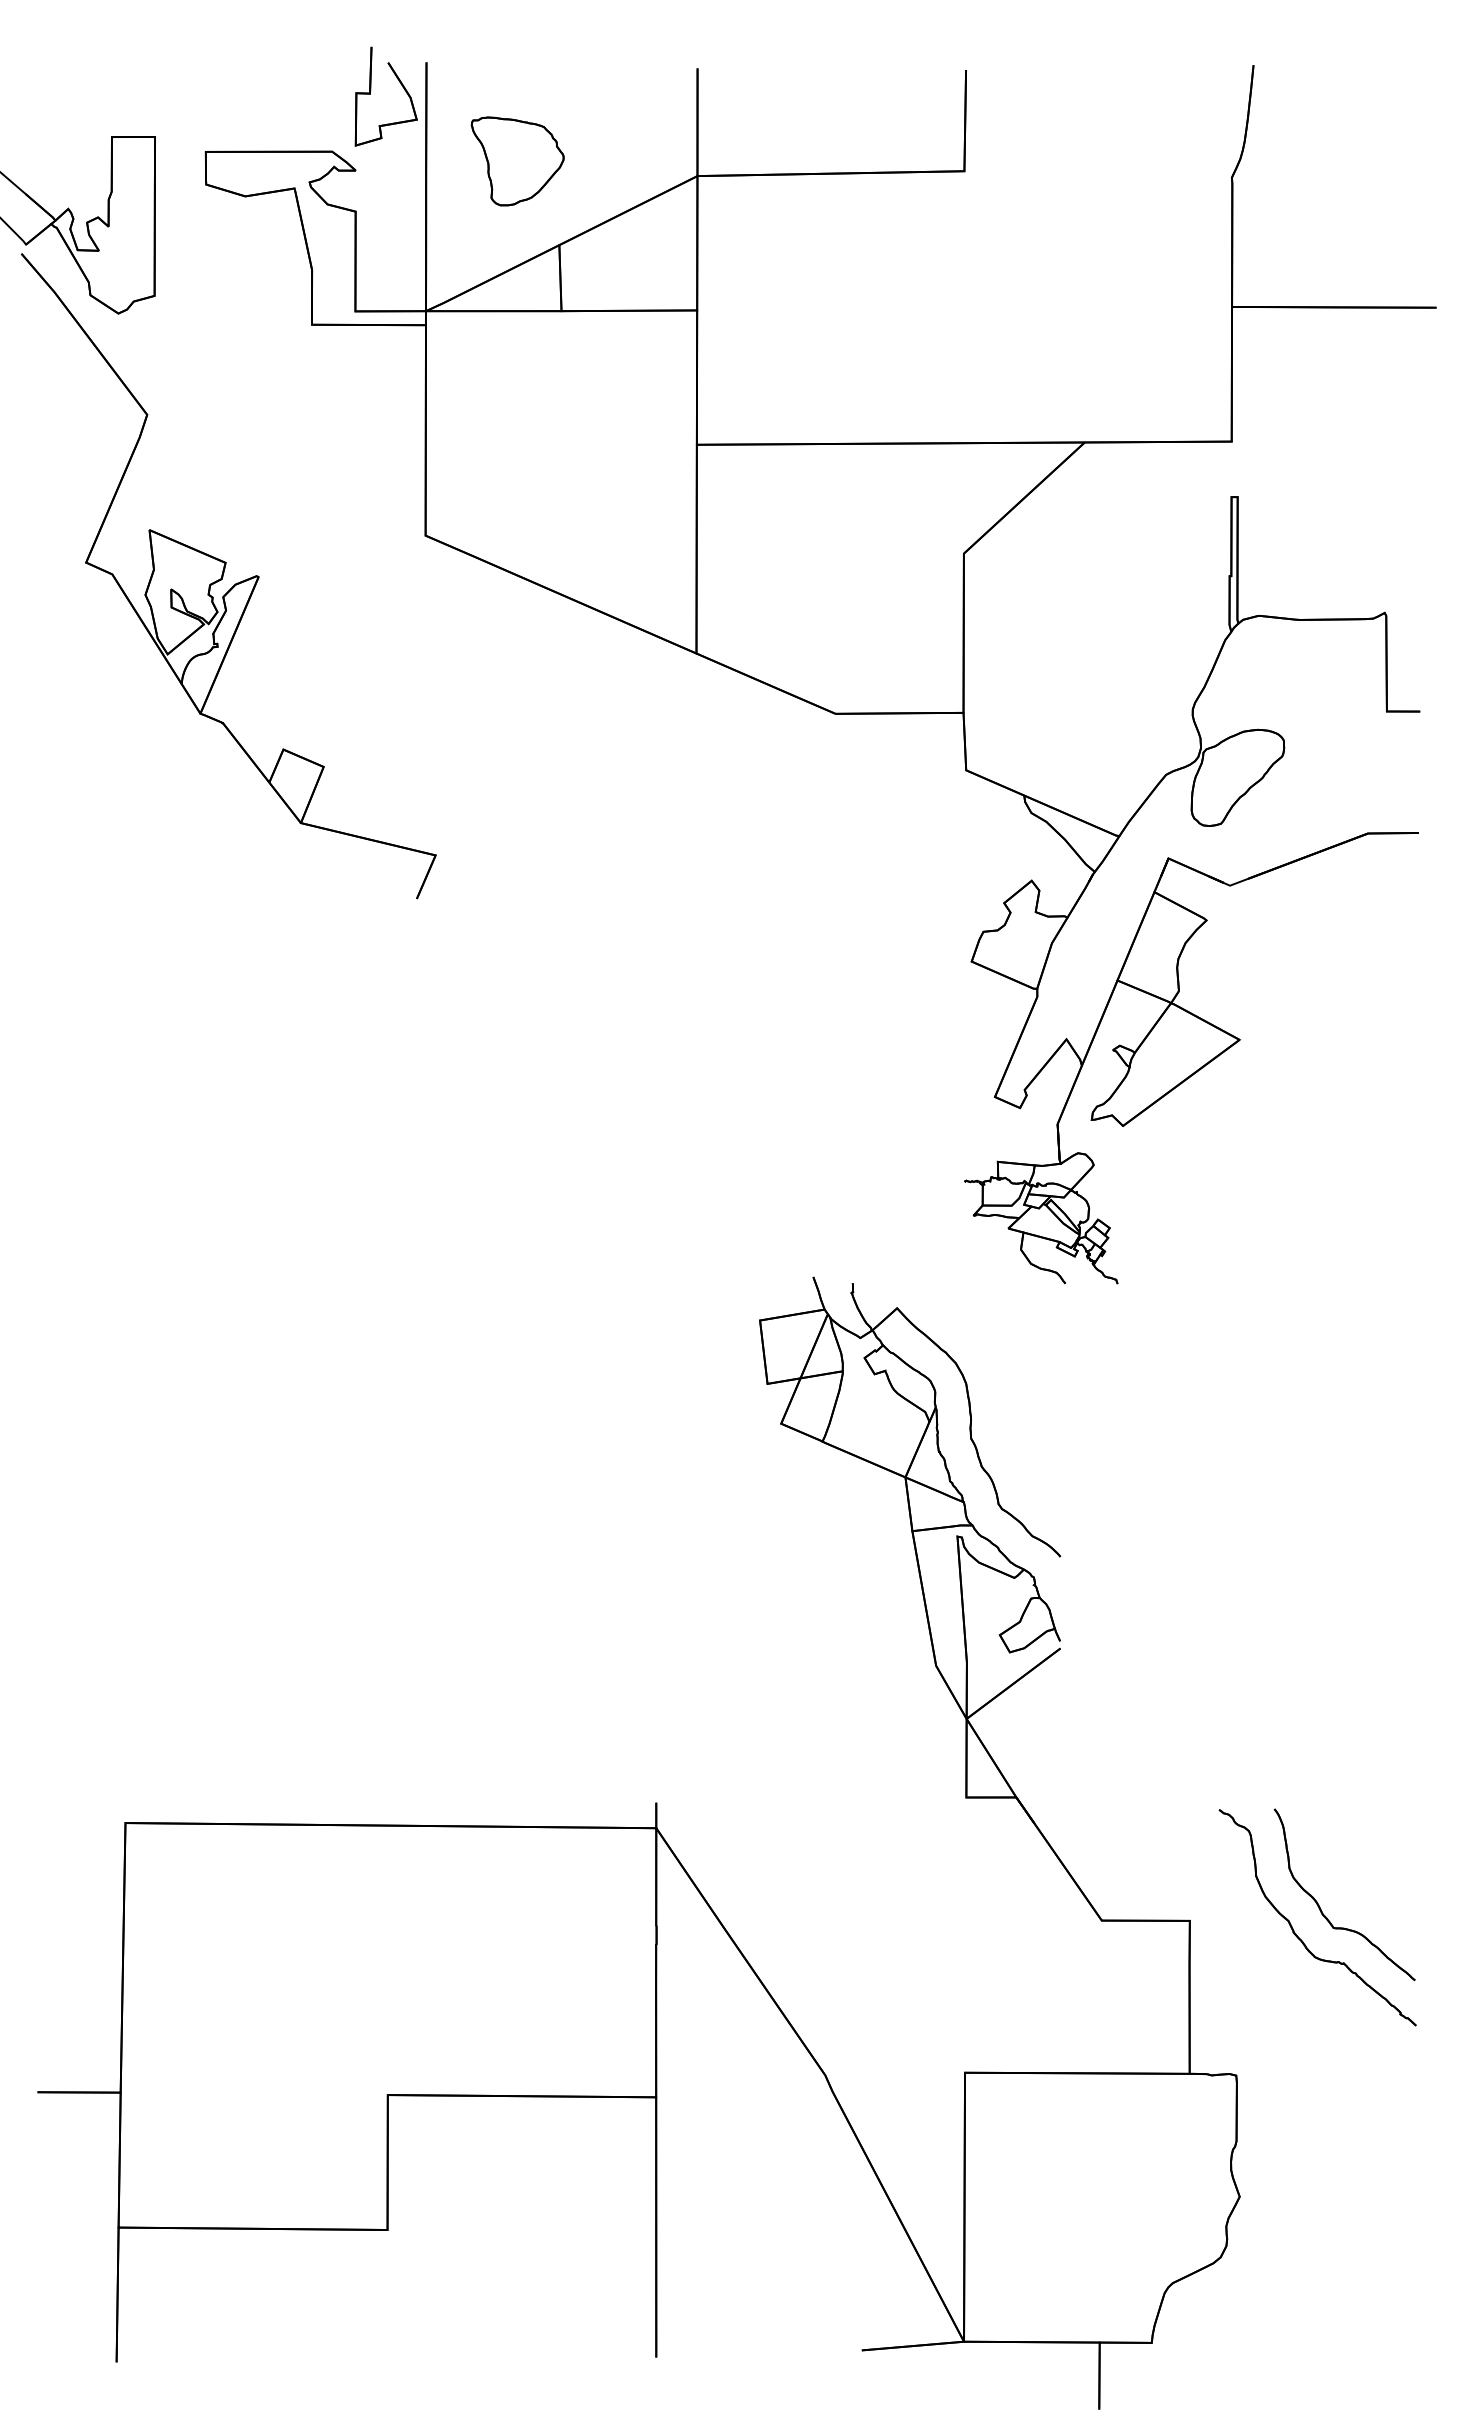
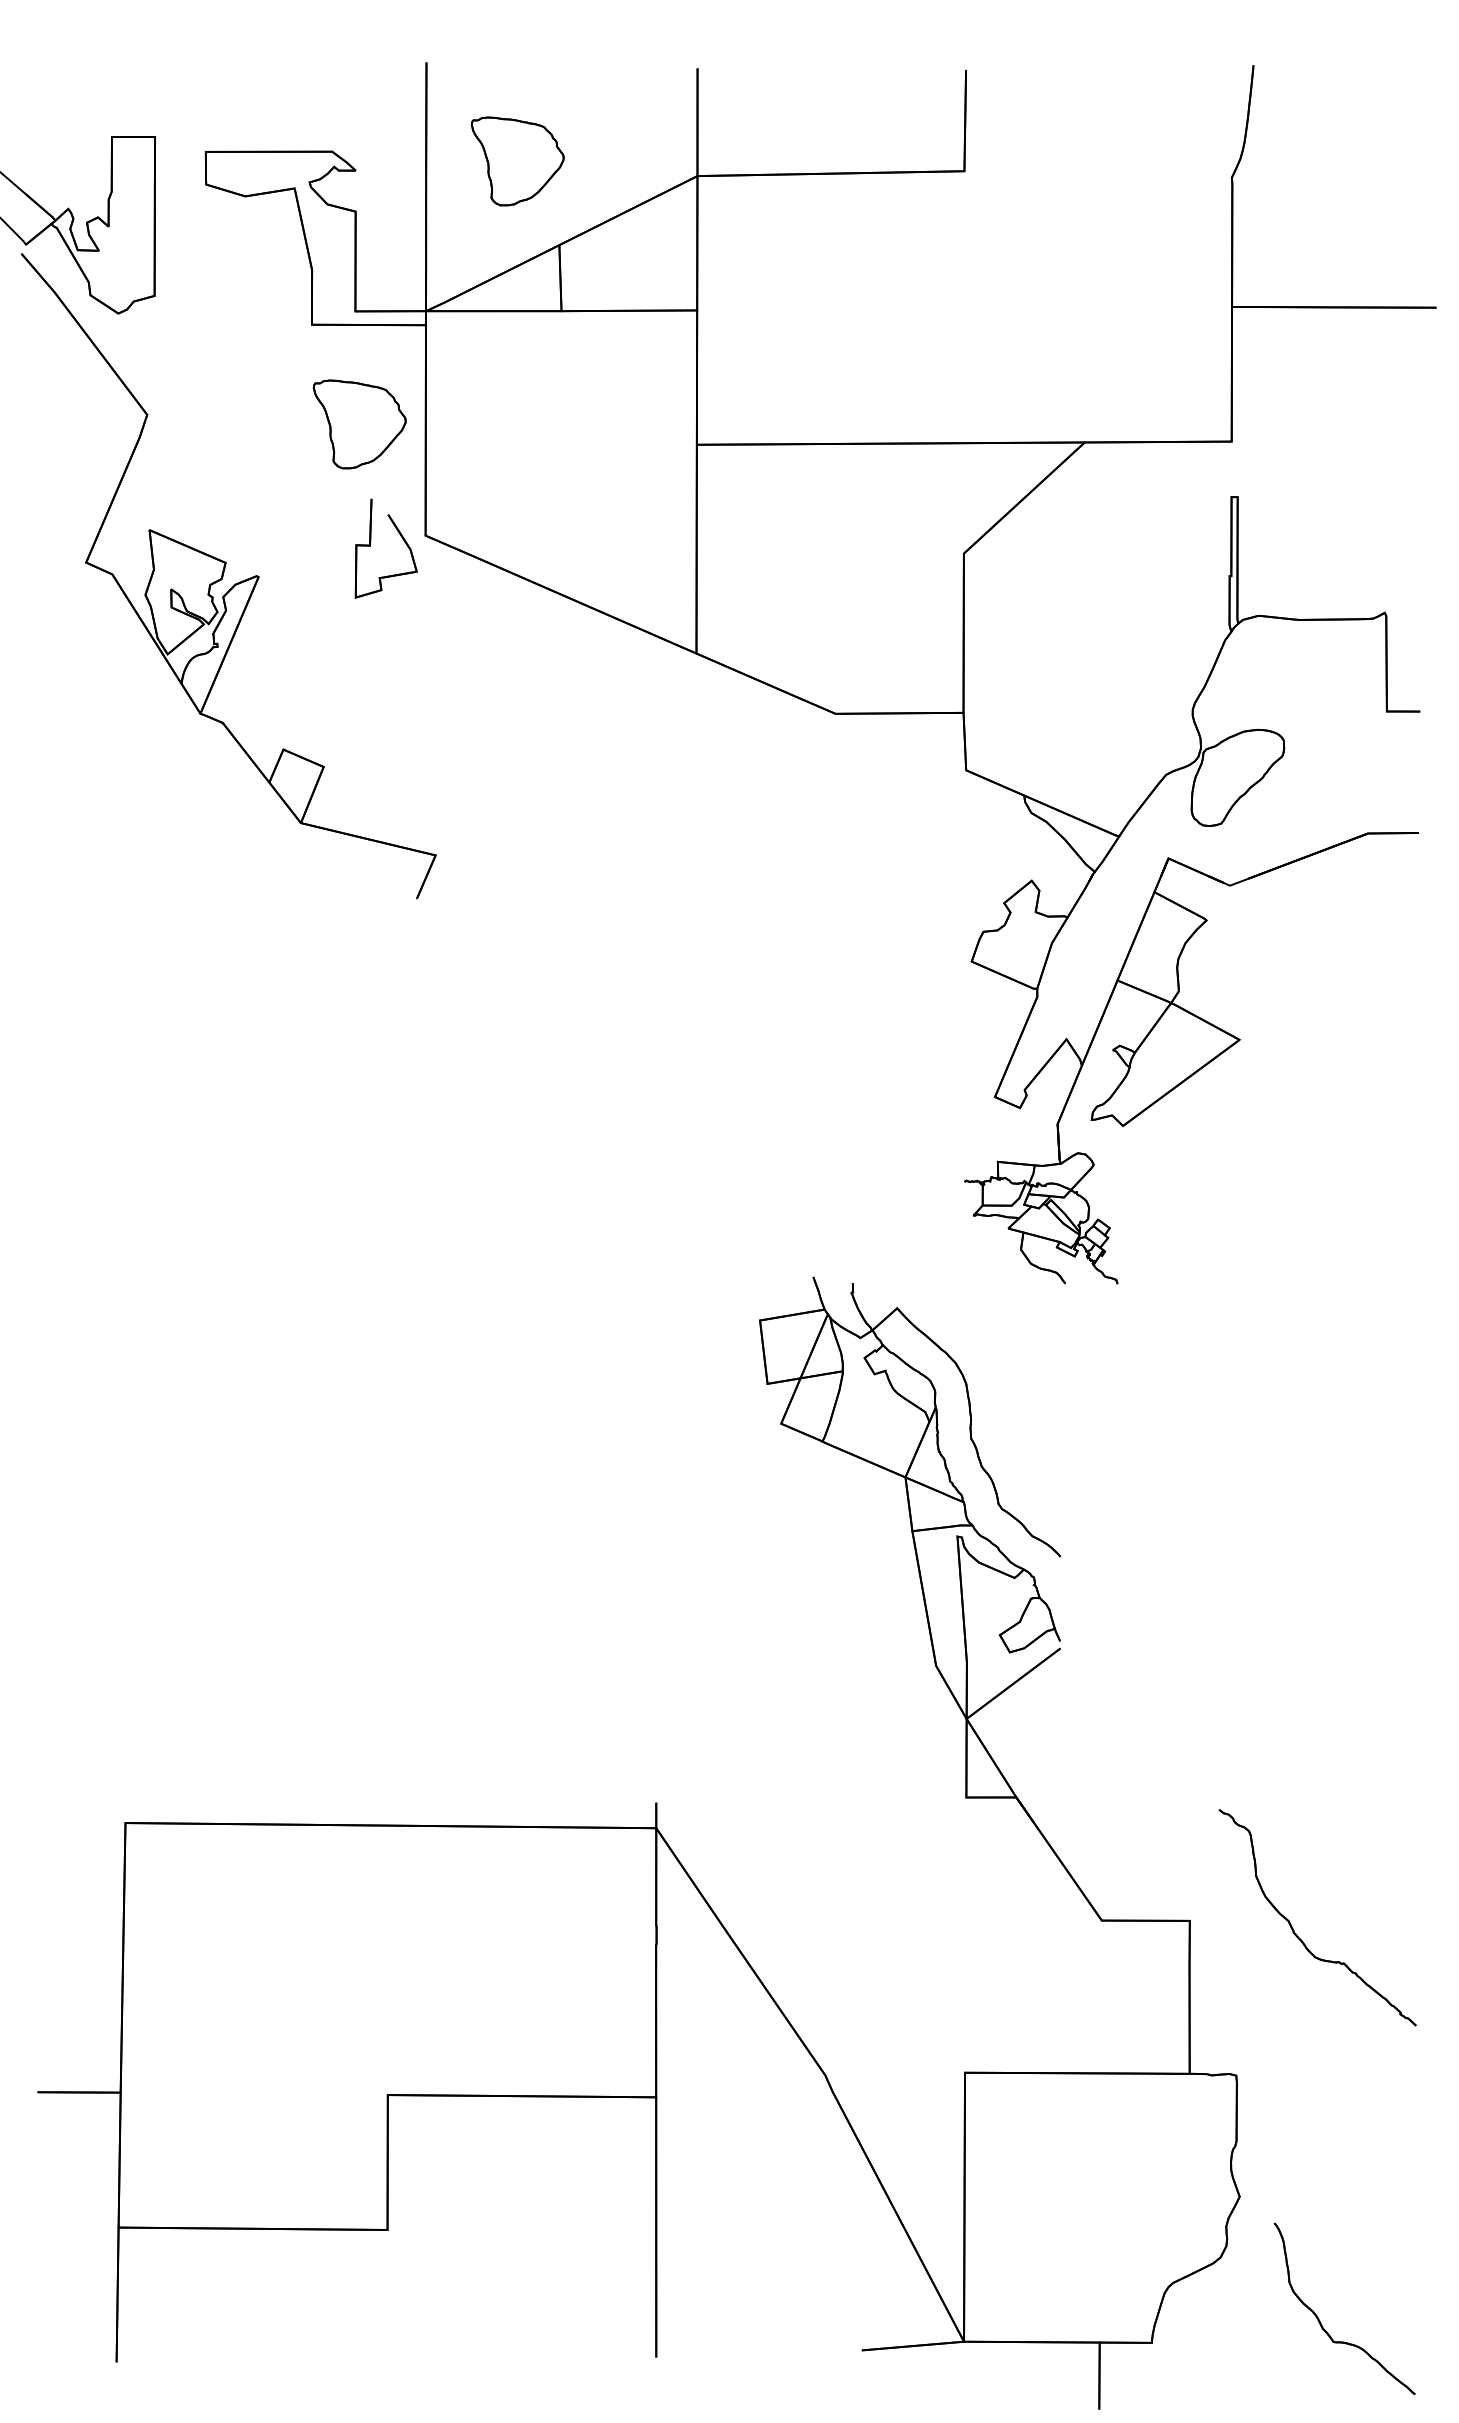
part at (370, 94) position: (370, 94) -> (370, 546)
part at (359, 424): none -> present
part at (1320, 1907) position: (1320, 1907) -> (1320, 2321)
